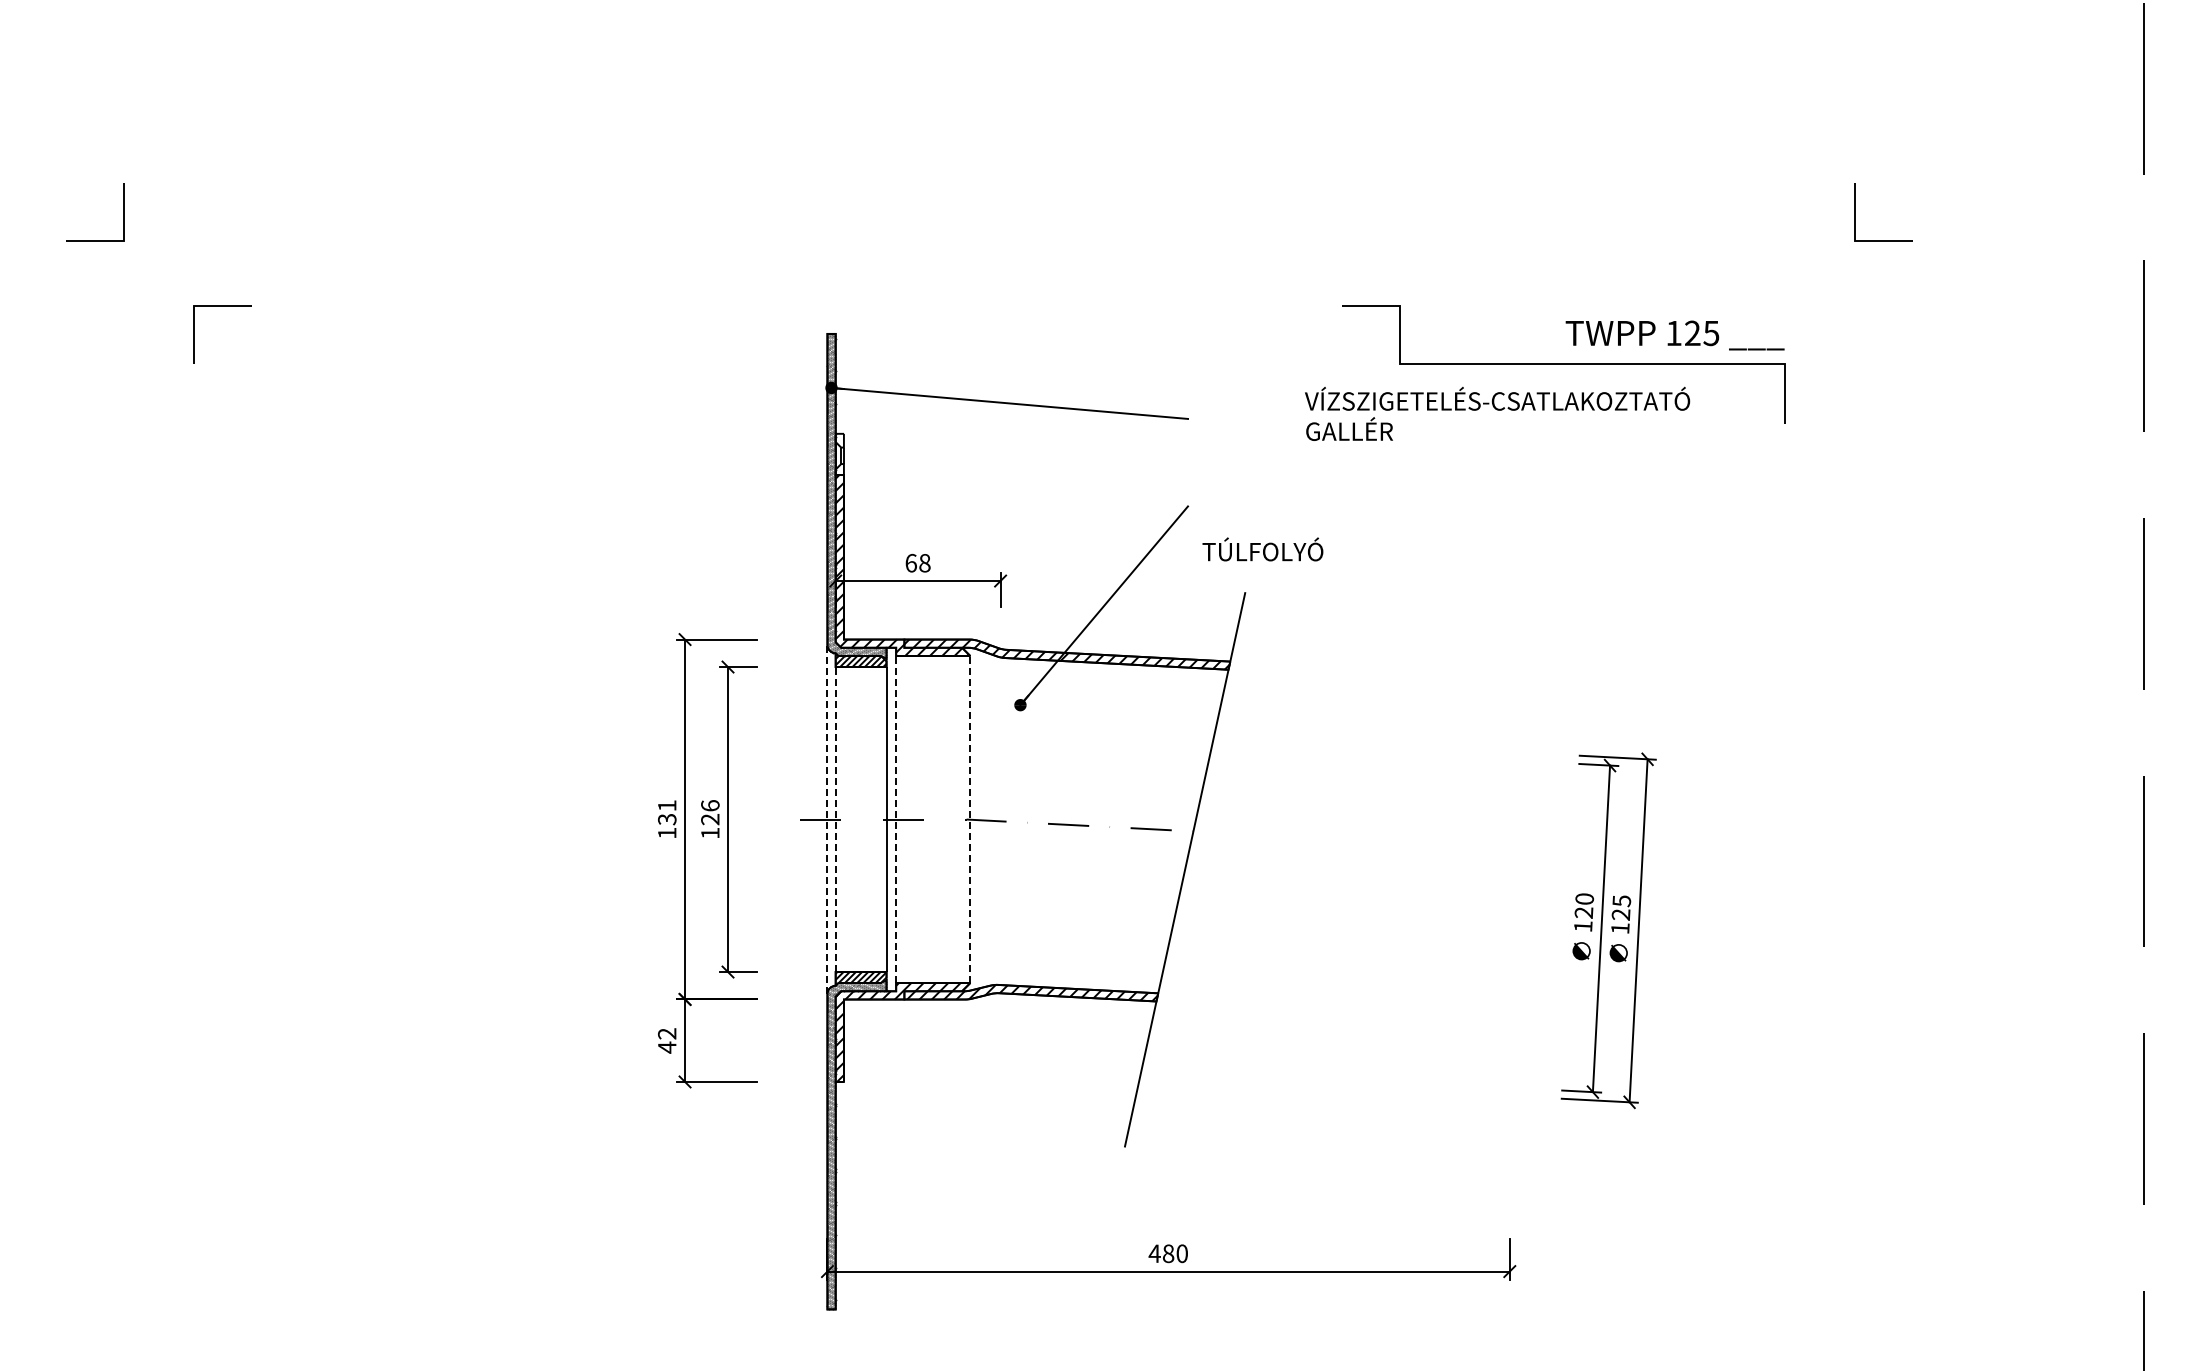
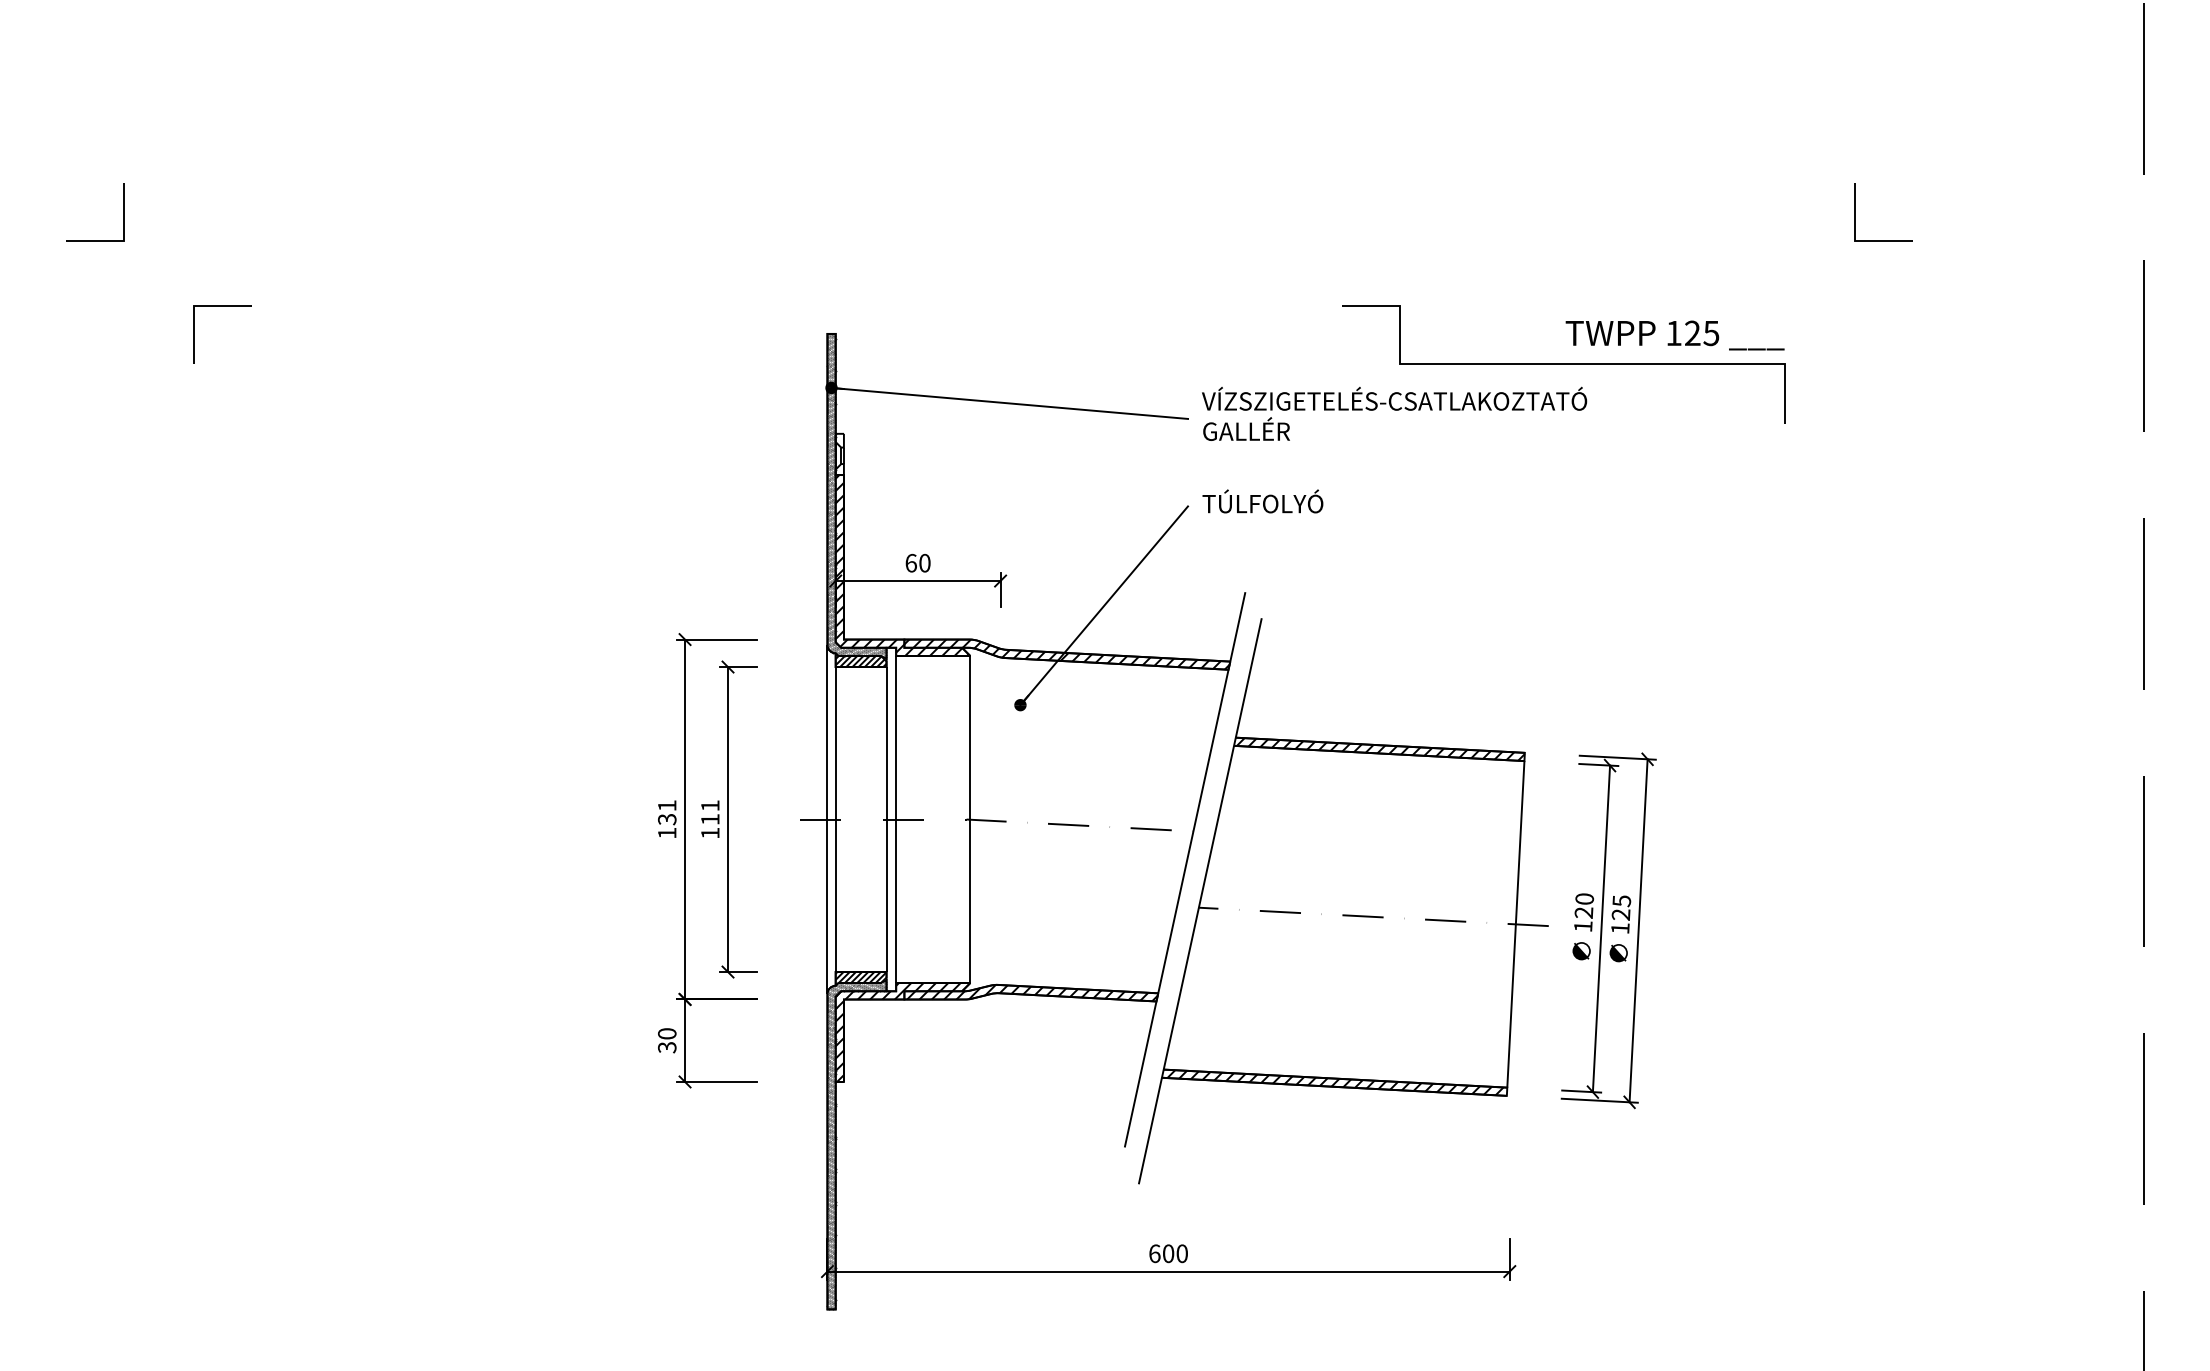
text at (1497, 413) position: (1497, 413) -> (1394, 413)
text at (1262, 549) position: (1262, 549) -> (1262, 501)
text at (924, 563): 68 -> 60
text at (710, 812): 126 -> 111
line at (827, 819): dashed -> solid
line at (835, 819): dashed -> solid
line at (896, 819): dashed -> solid
line at (970, 819): dashed -> solid
part at (1343, 901): none -> present
text at (667, 1040): 42 -> 30
text at (1161, 1253): 480 -> 600
